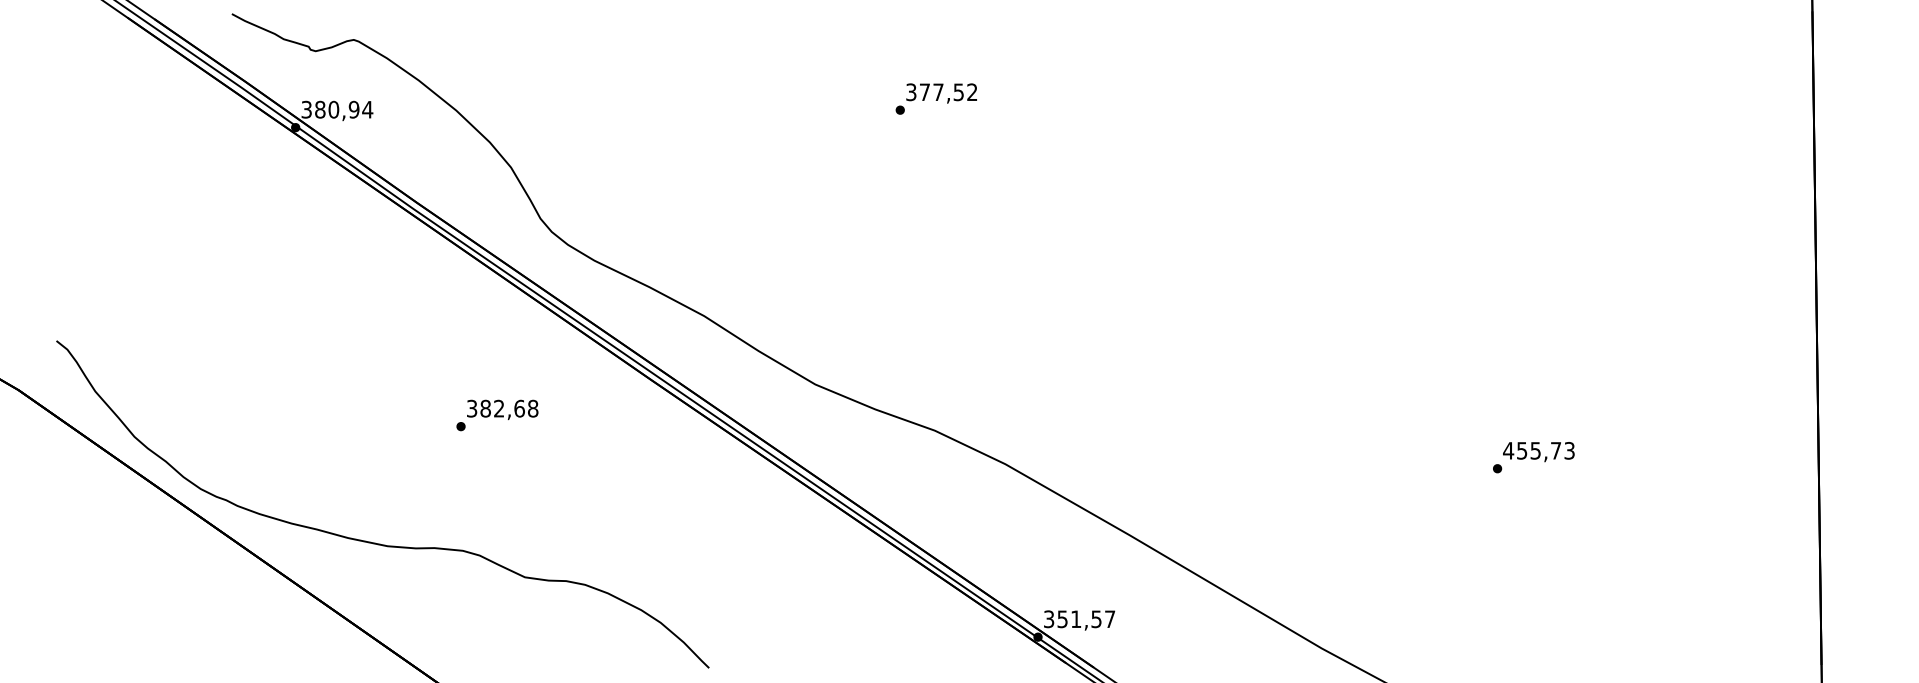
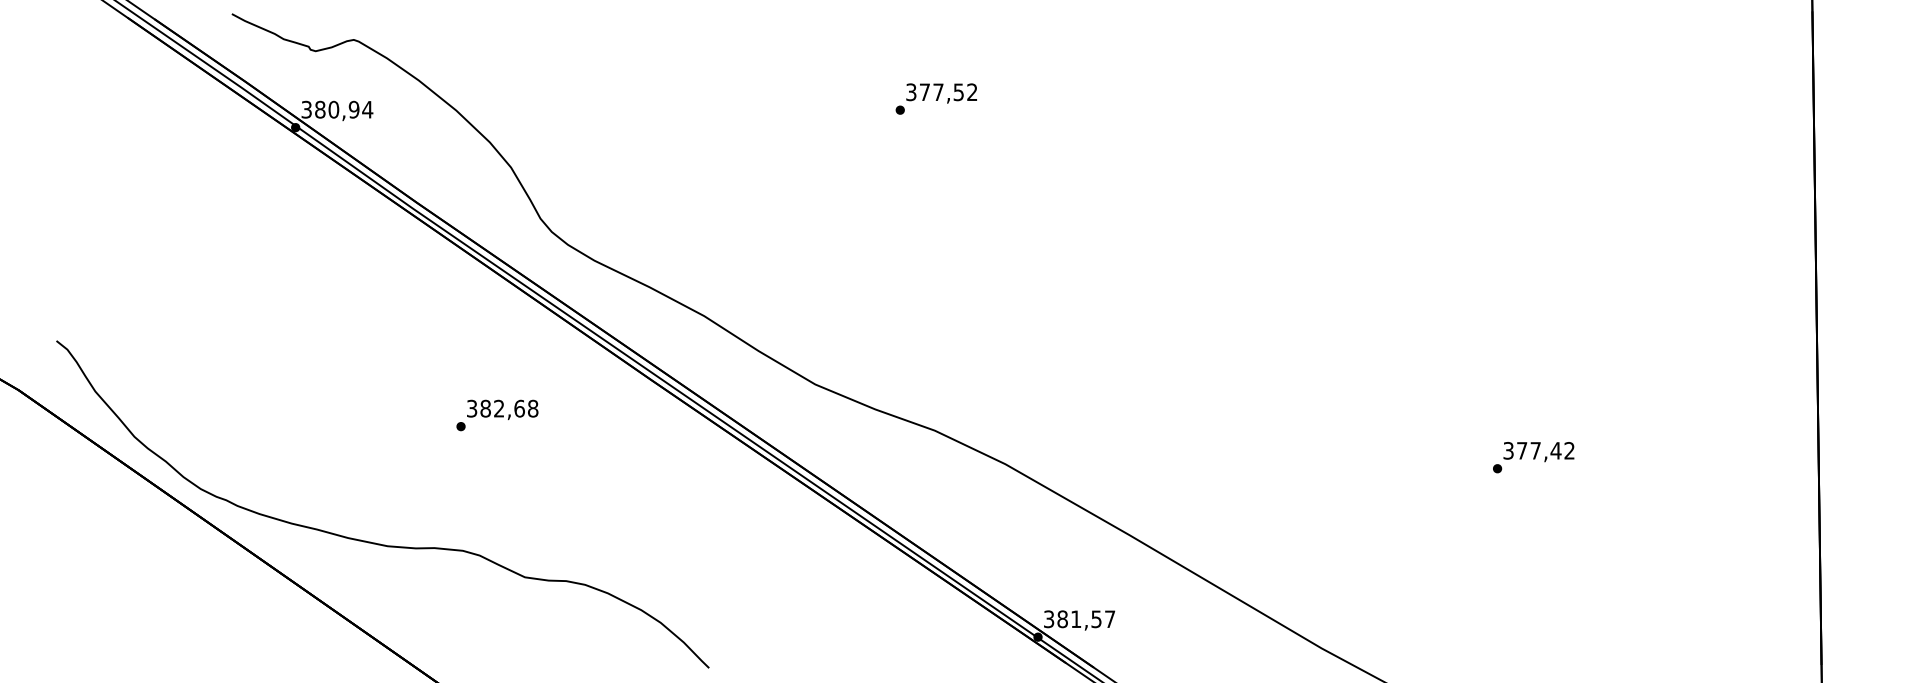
text at (1538, 450): 455,73 -> 377,42
text at (1062, 619): 351,57 -> 381,57
